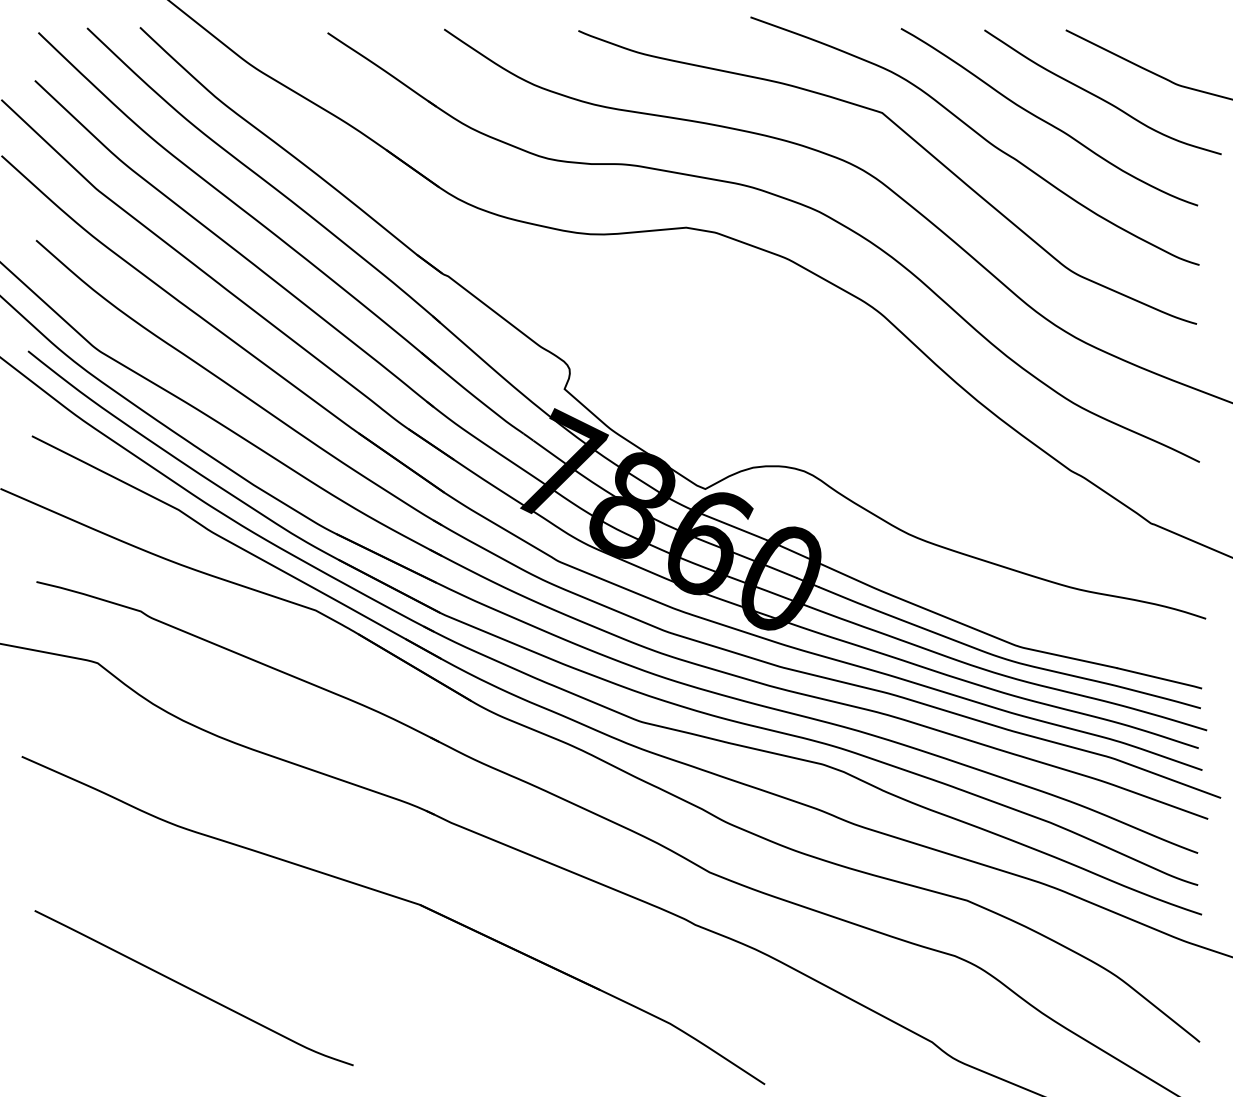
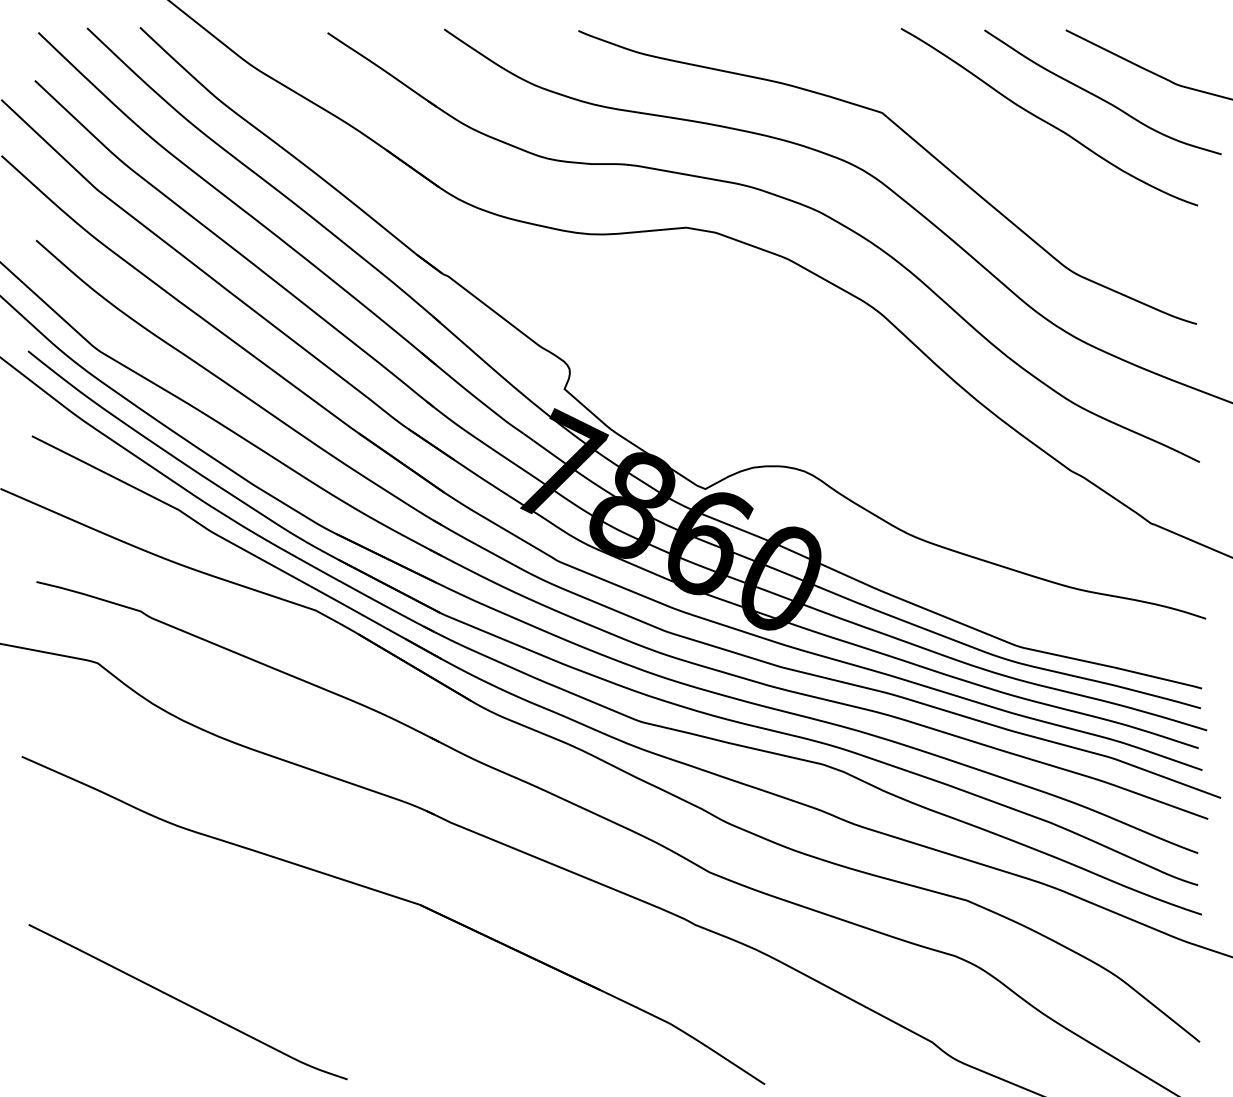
curve at (978, 135): present -> none
curve at (193, 989) position: (193, 989) -> (187, 1003)
